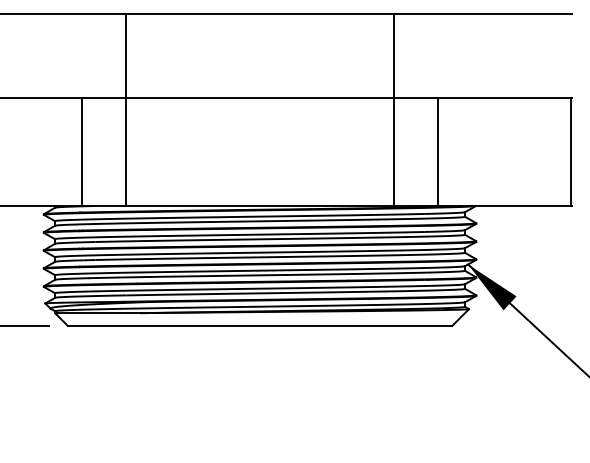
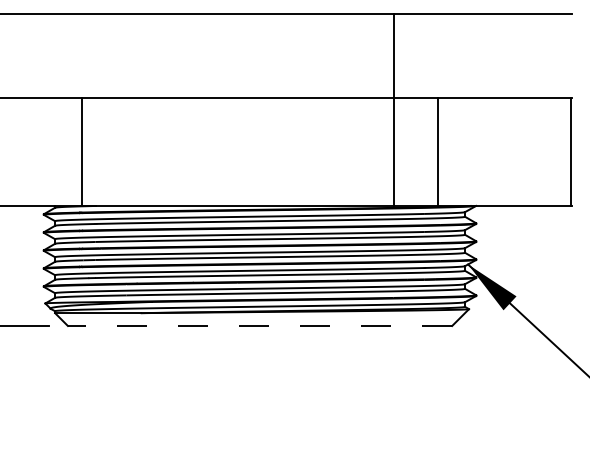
line at (126, 109): present -> none
line at (259, 325): solid -> dashed
